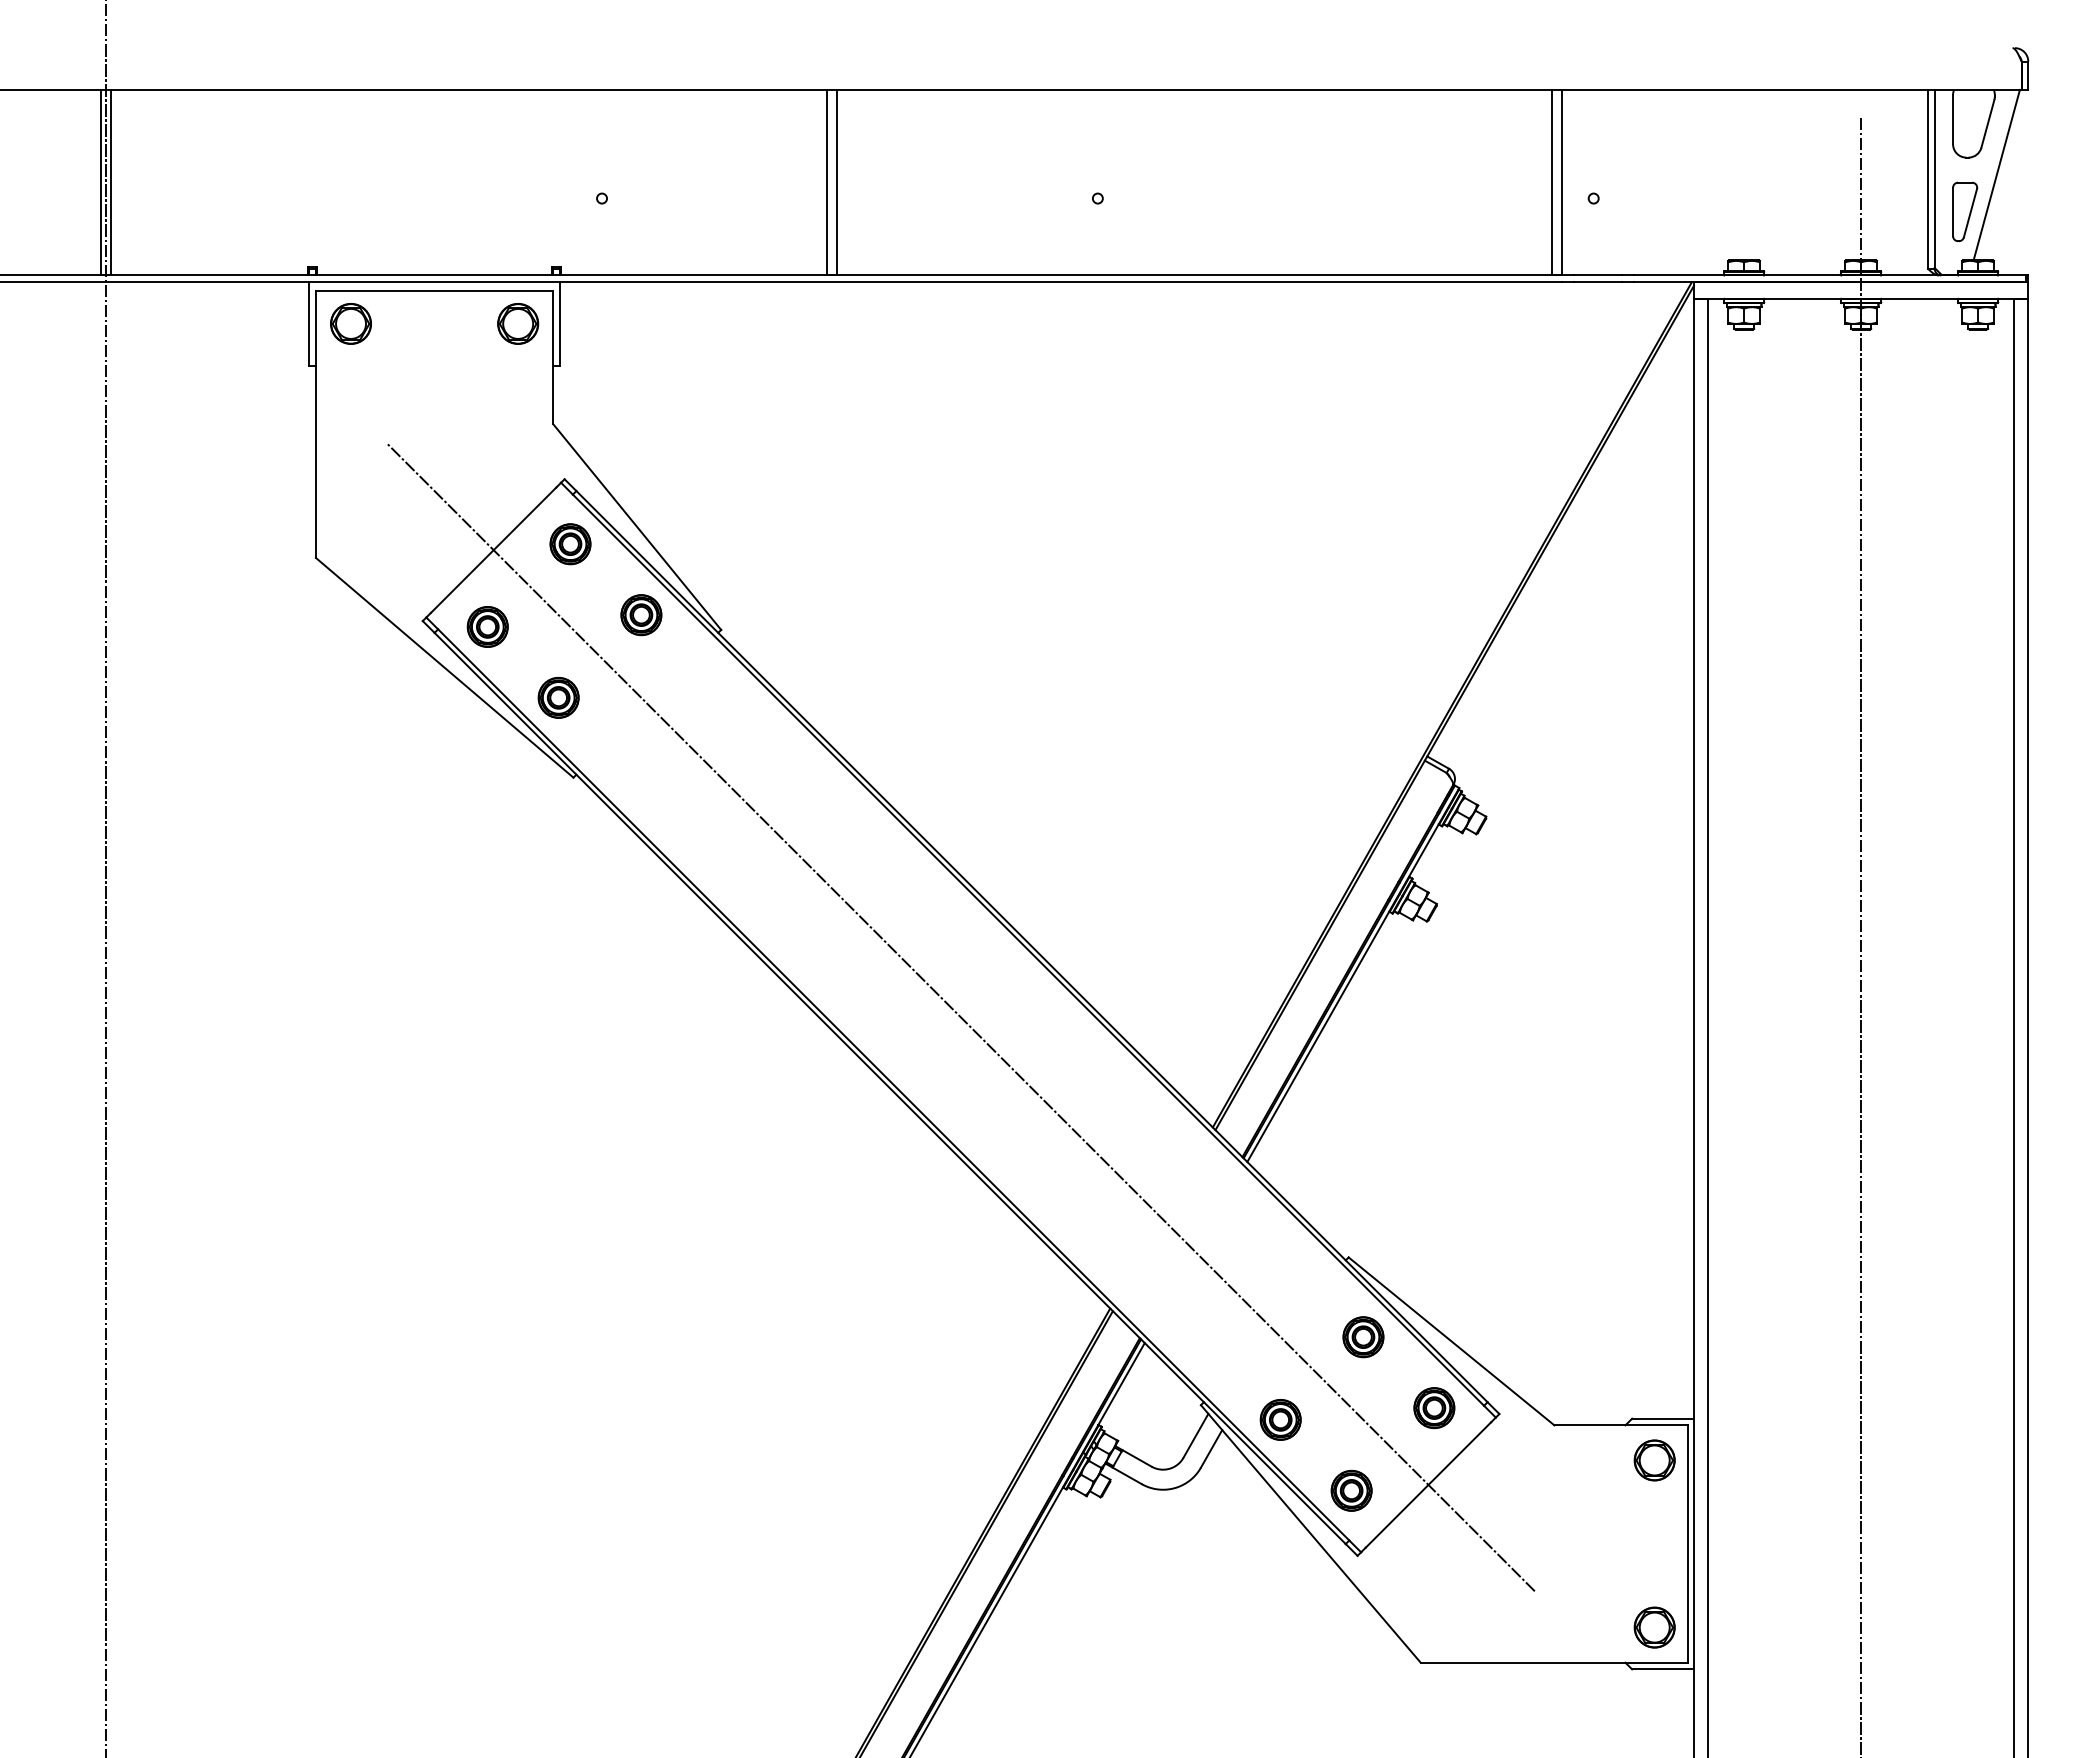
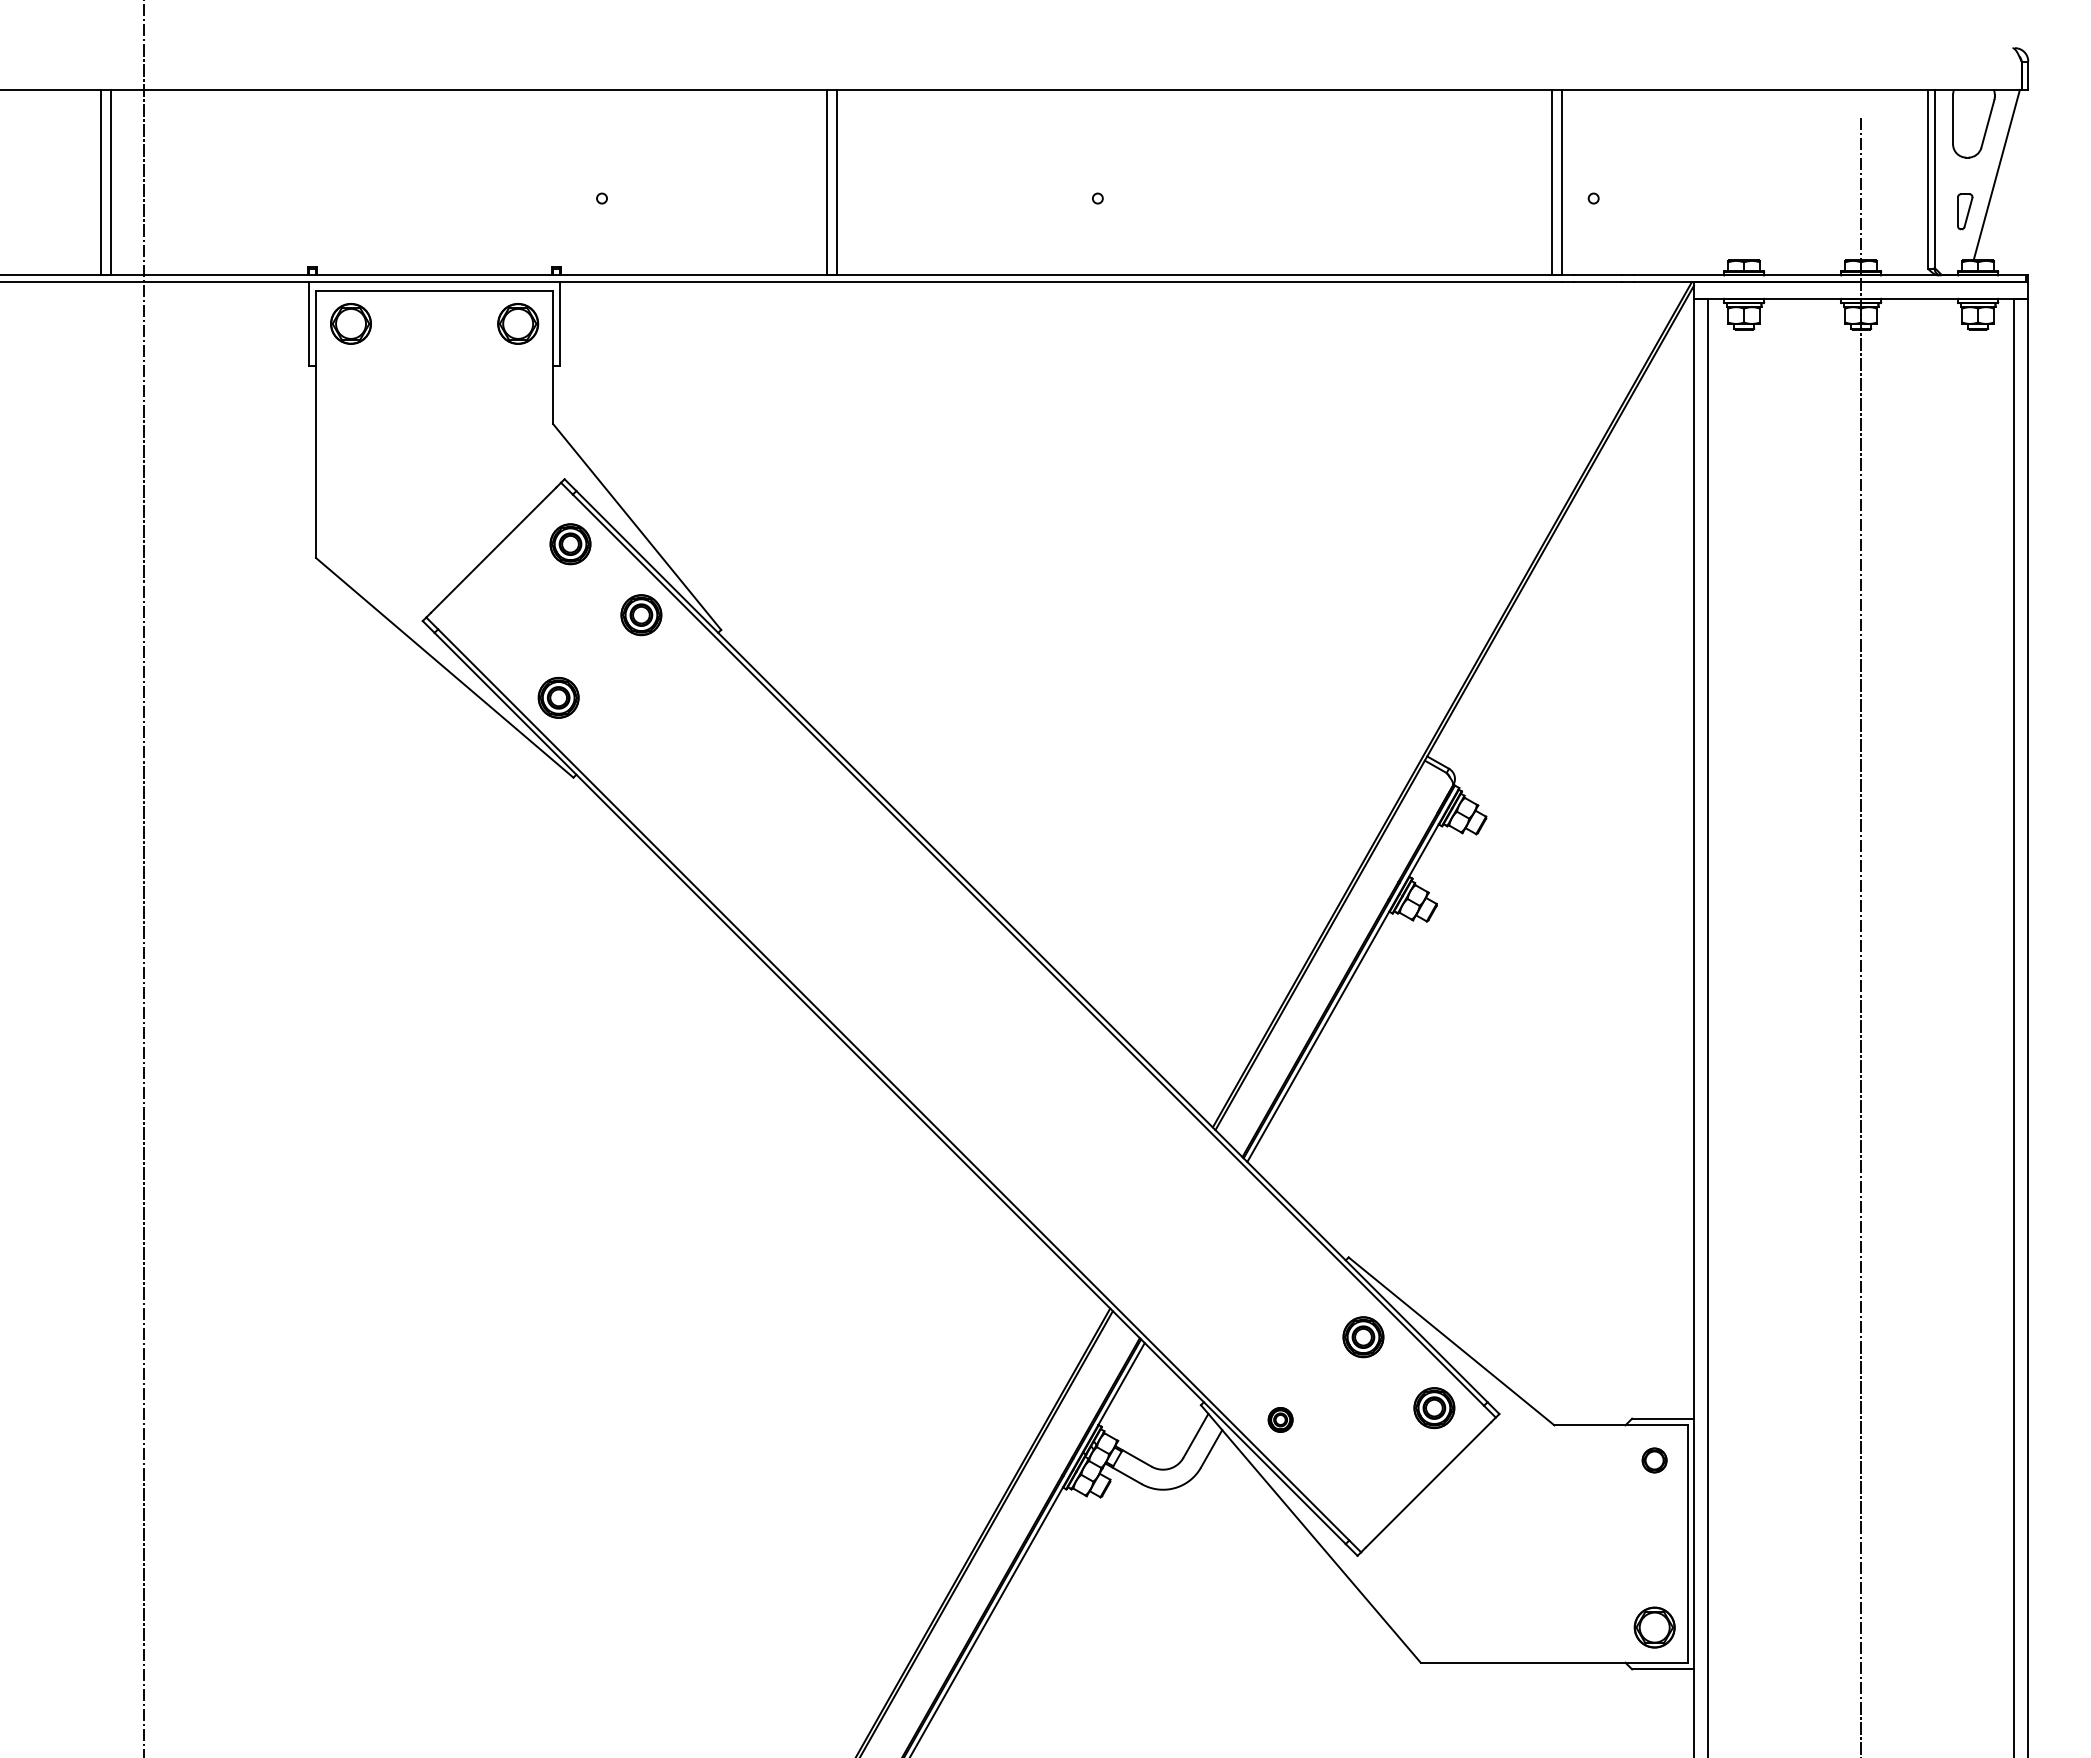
part at (1965, 211) size: 27x61 px -> 17x38 px
part at (487, 626): present -> none
line at (106, 878) position: (106, 878) -> (144, 878)
line at (960, 1017): present -> none
part at (1280, 1419) size: 43x42 px -> 27x26 px
part at (1654, 1460) size: 43x43 px -> 27x27 px
part at (1351, 1490): present -> none
